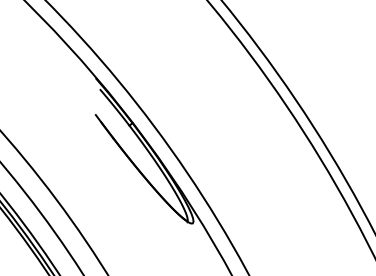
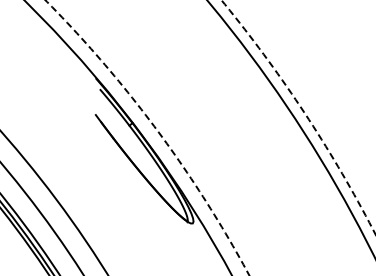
circle at (298, 117): solid -> dashed
circle at (147, 137): solid -> dashed
